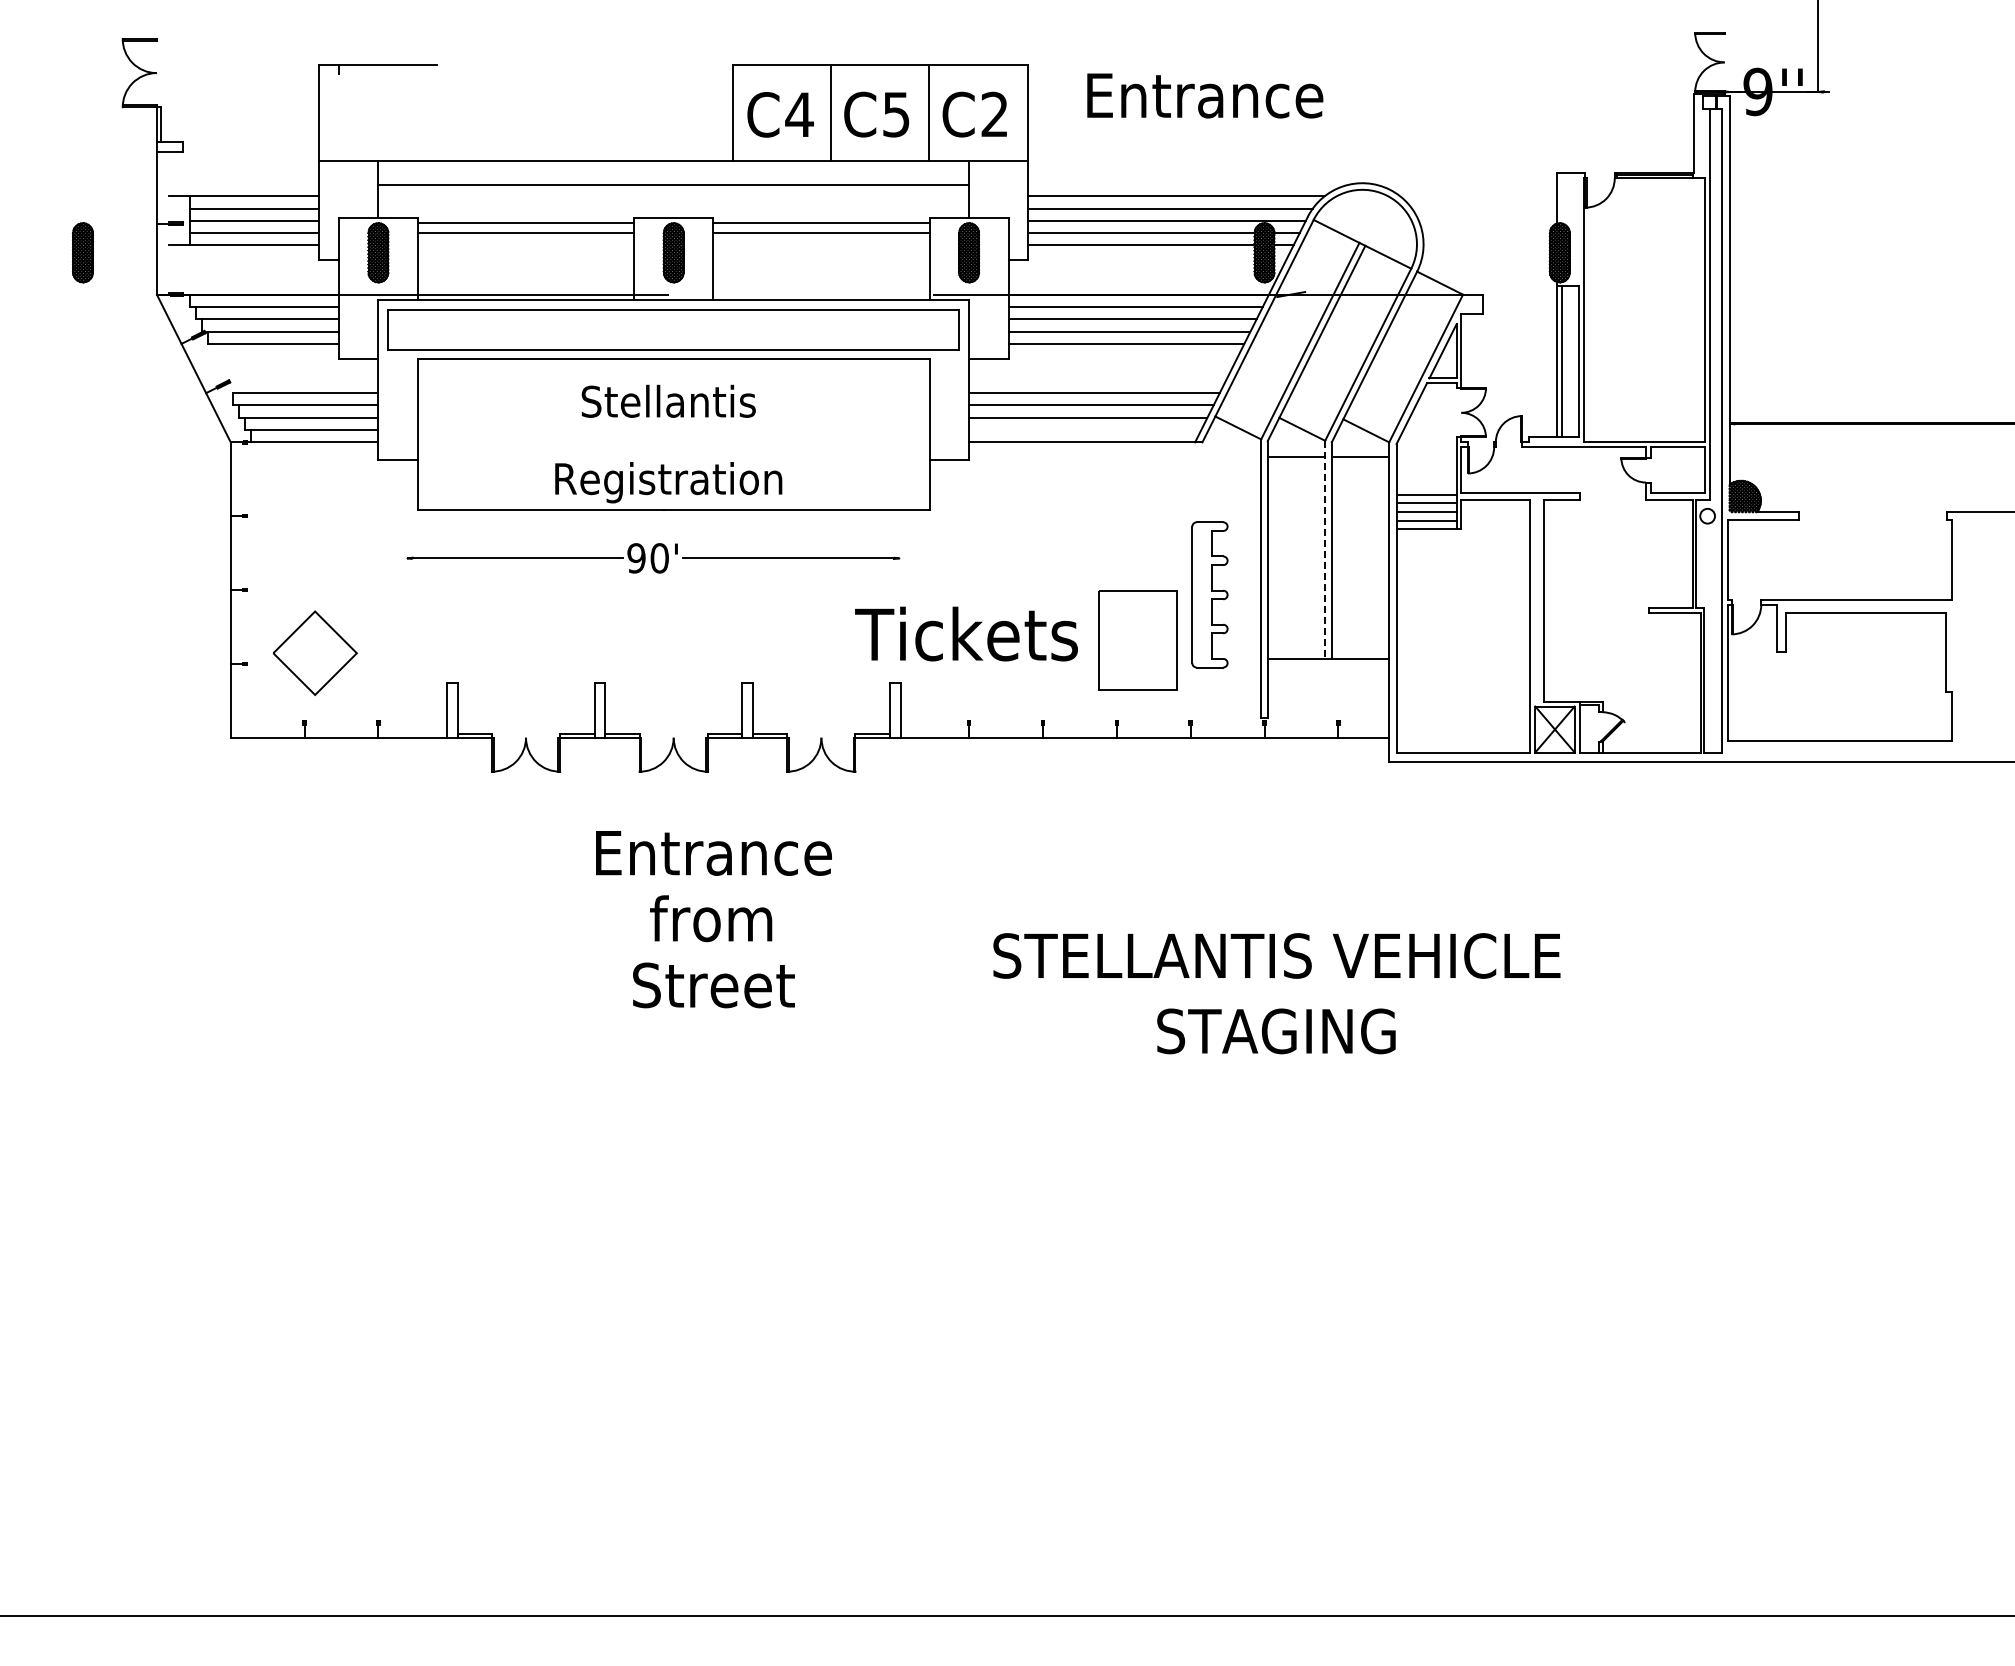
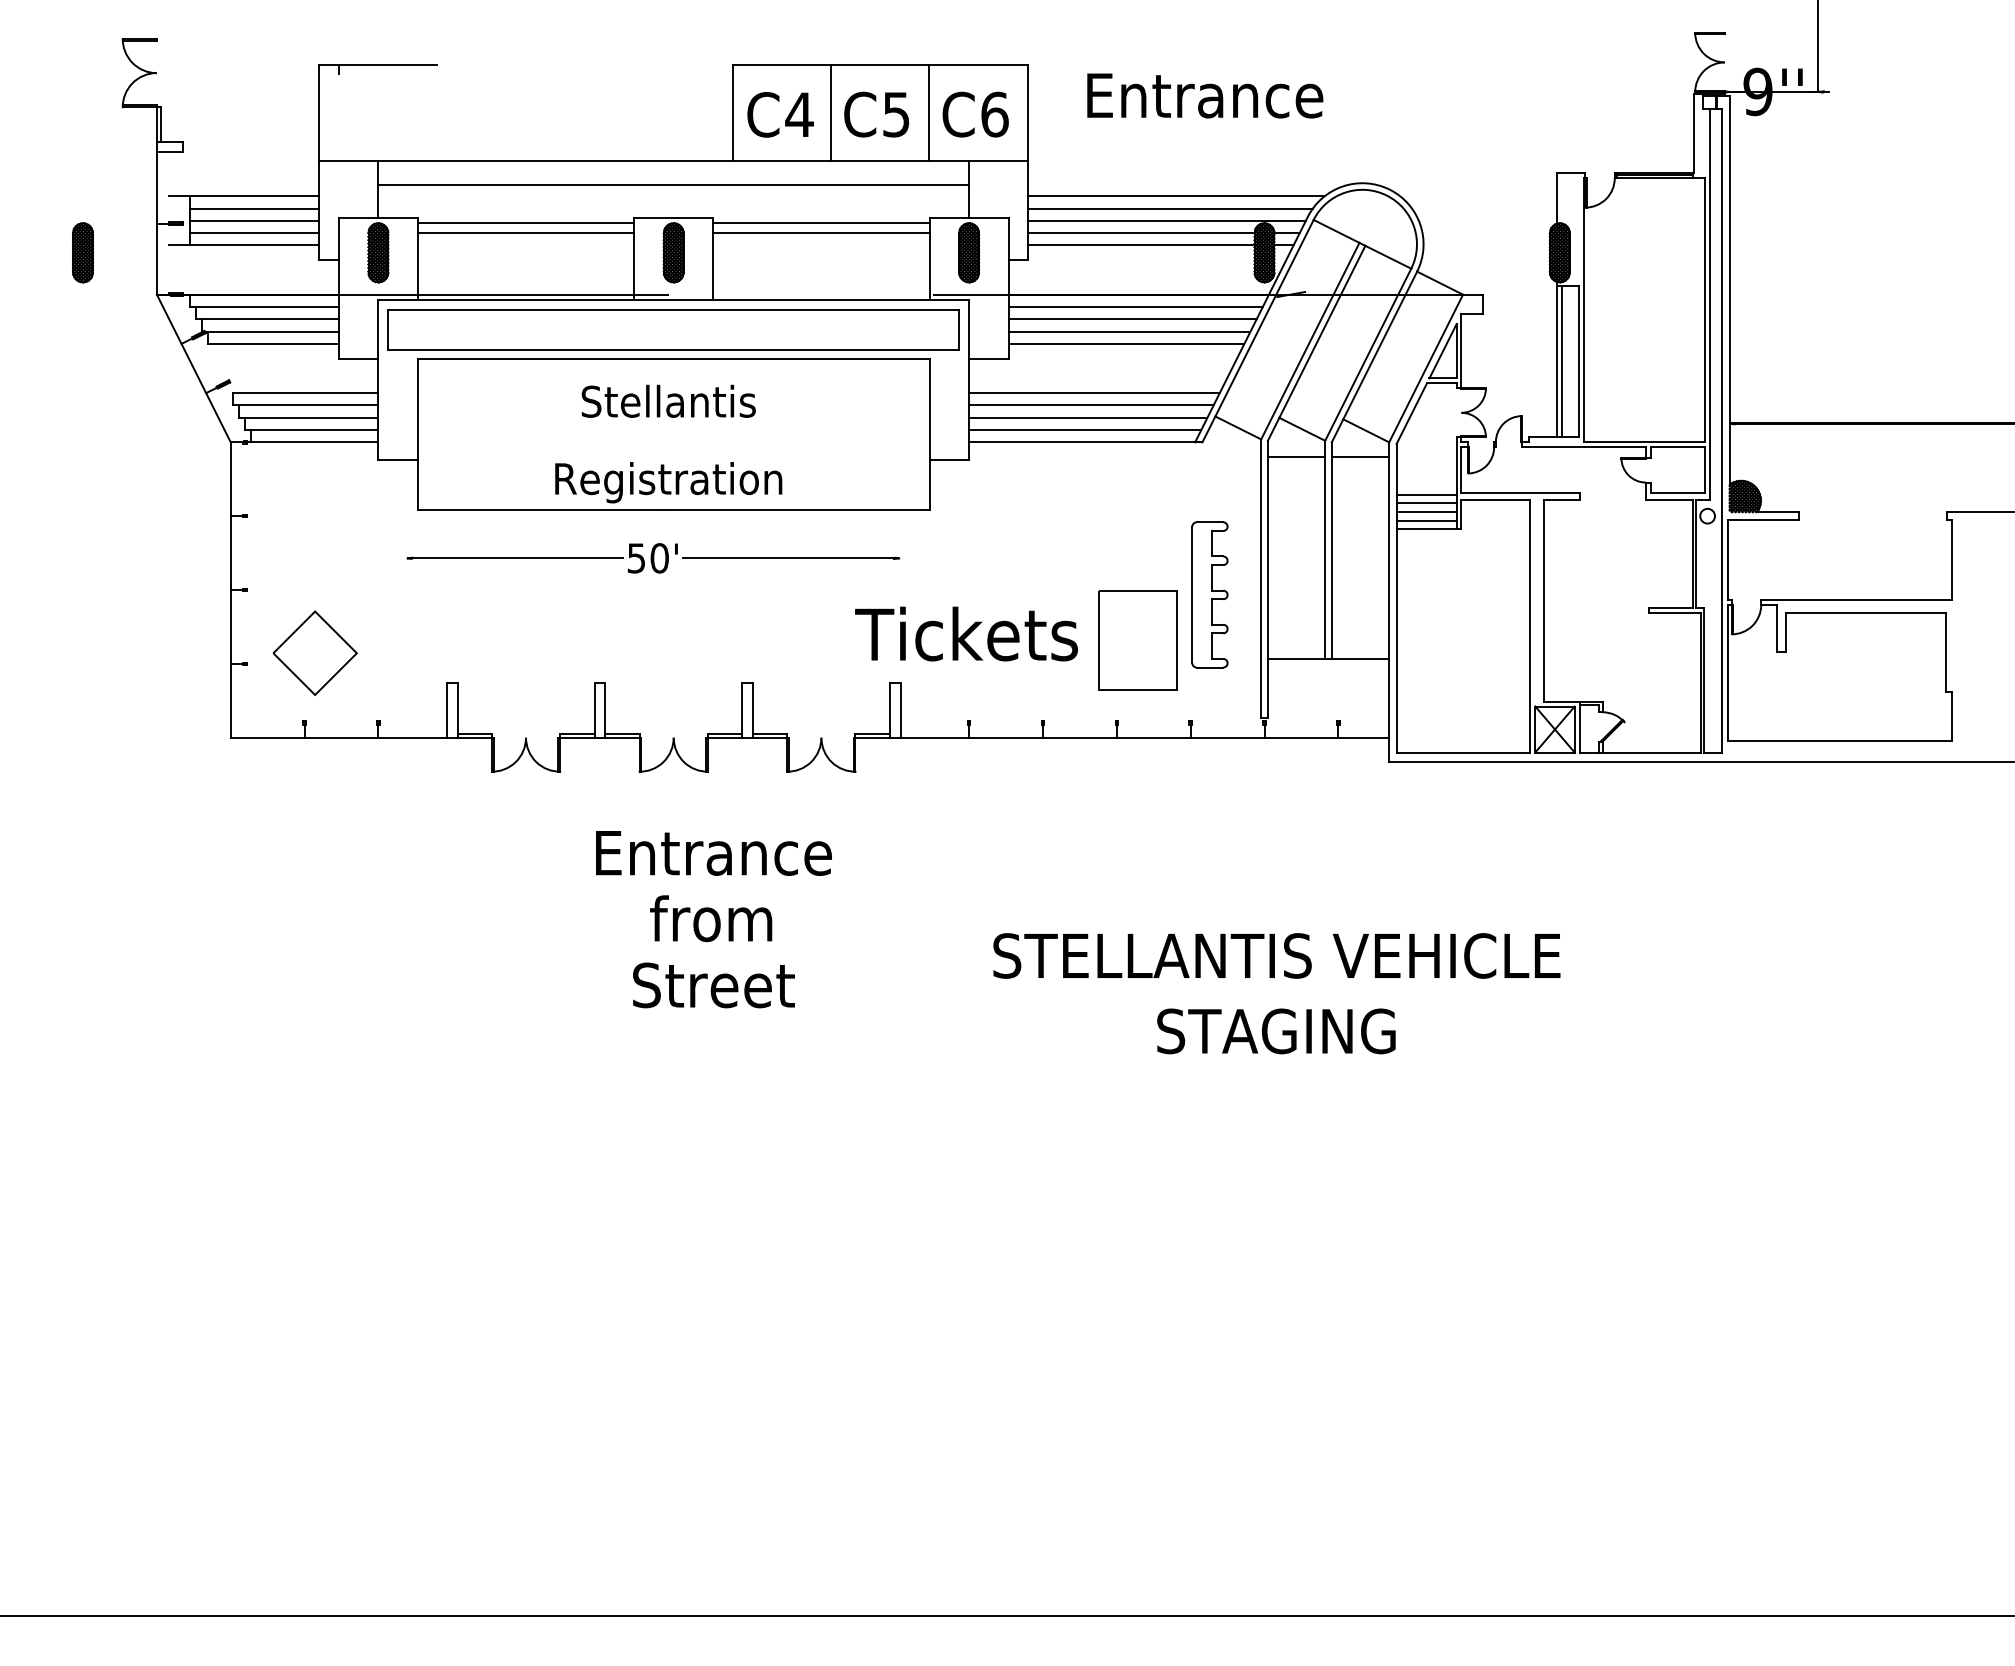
text at (994, 114): C2 -> C6
line at (1085, 430): none -> present
line at (1325, 550): dashed -> solid
text at (636, 558): 90' -> 50'
